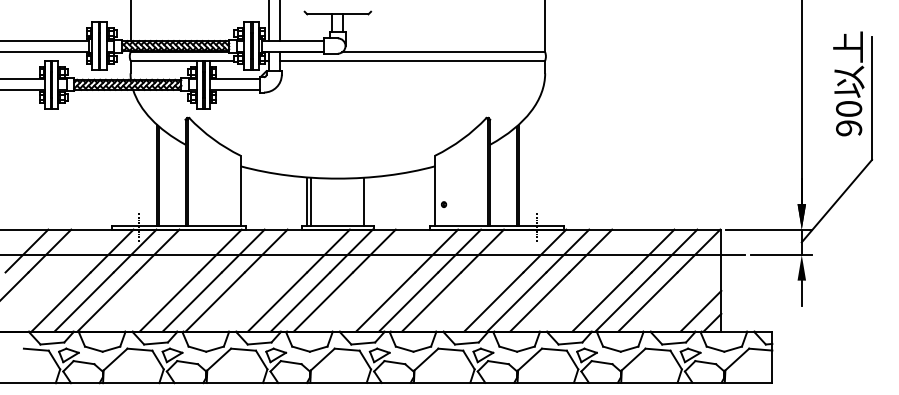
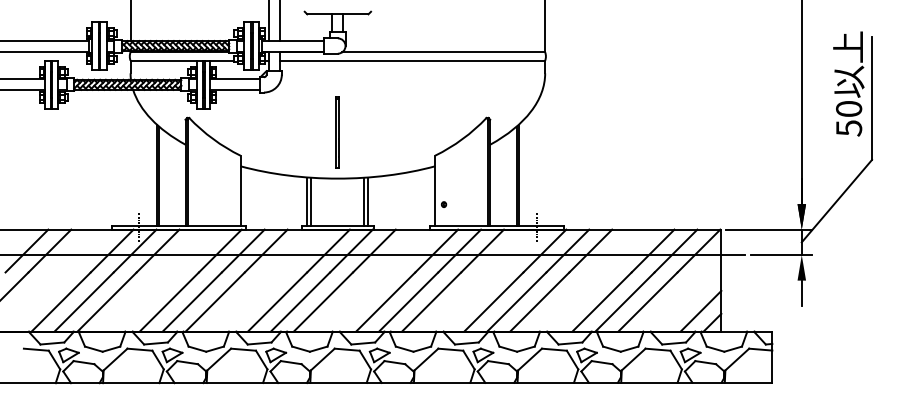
text at (849, 128): 90 -> 50
line at (336, 132): none -> present
line at (368, 201): none -> present
